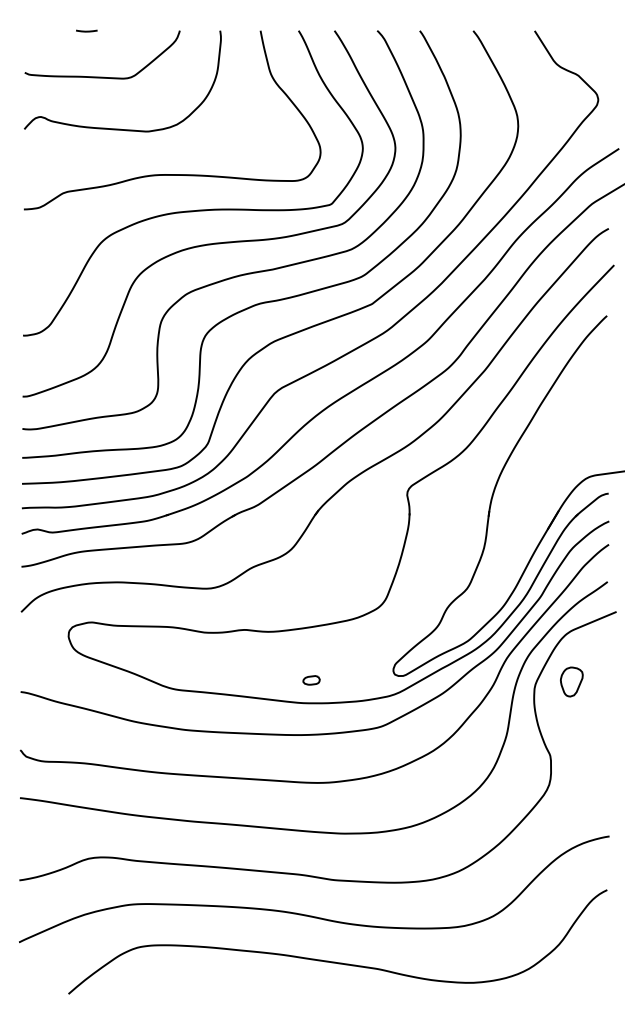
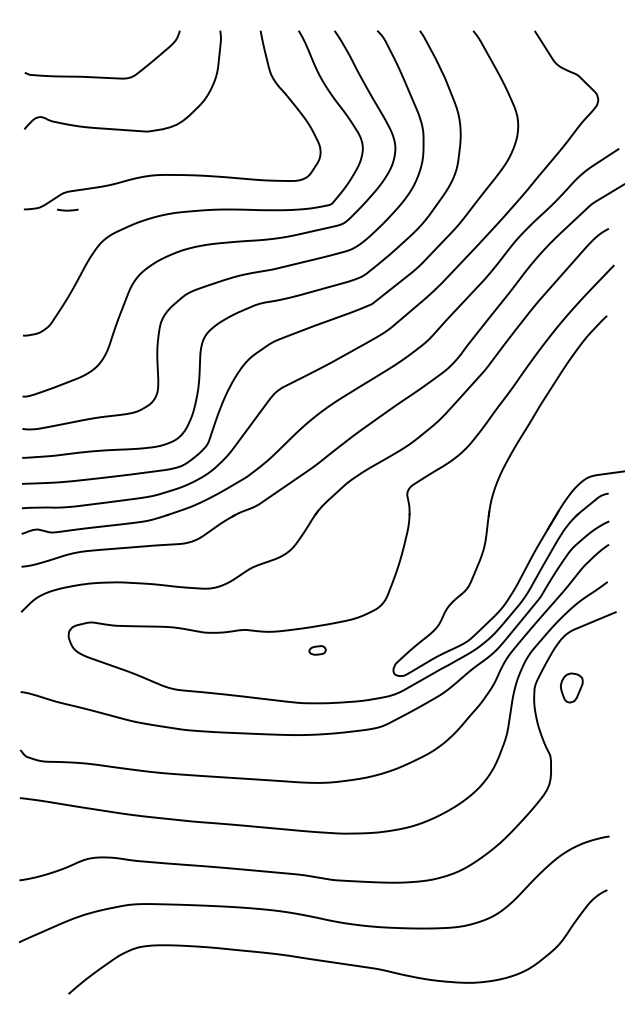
line at (86, 30) position: (86, 30) -> (67, 209)
part at (311, 680) position: (311, 680) -> (317, 650)
part at (571, 681) position: (571, 681) -> (571, 687)
